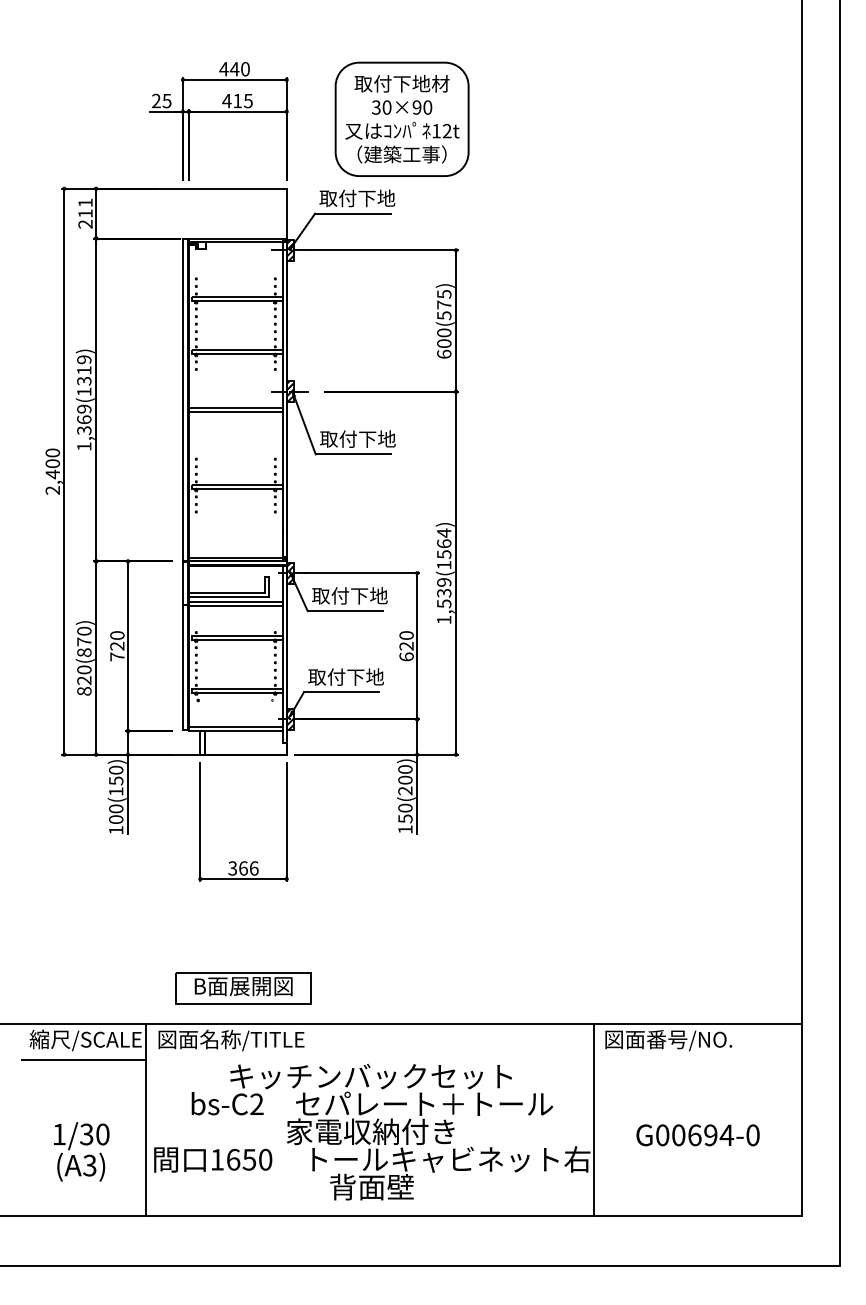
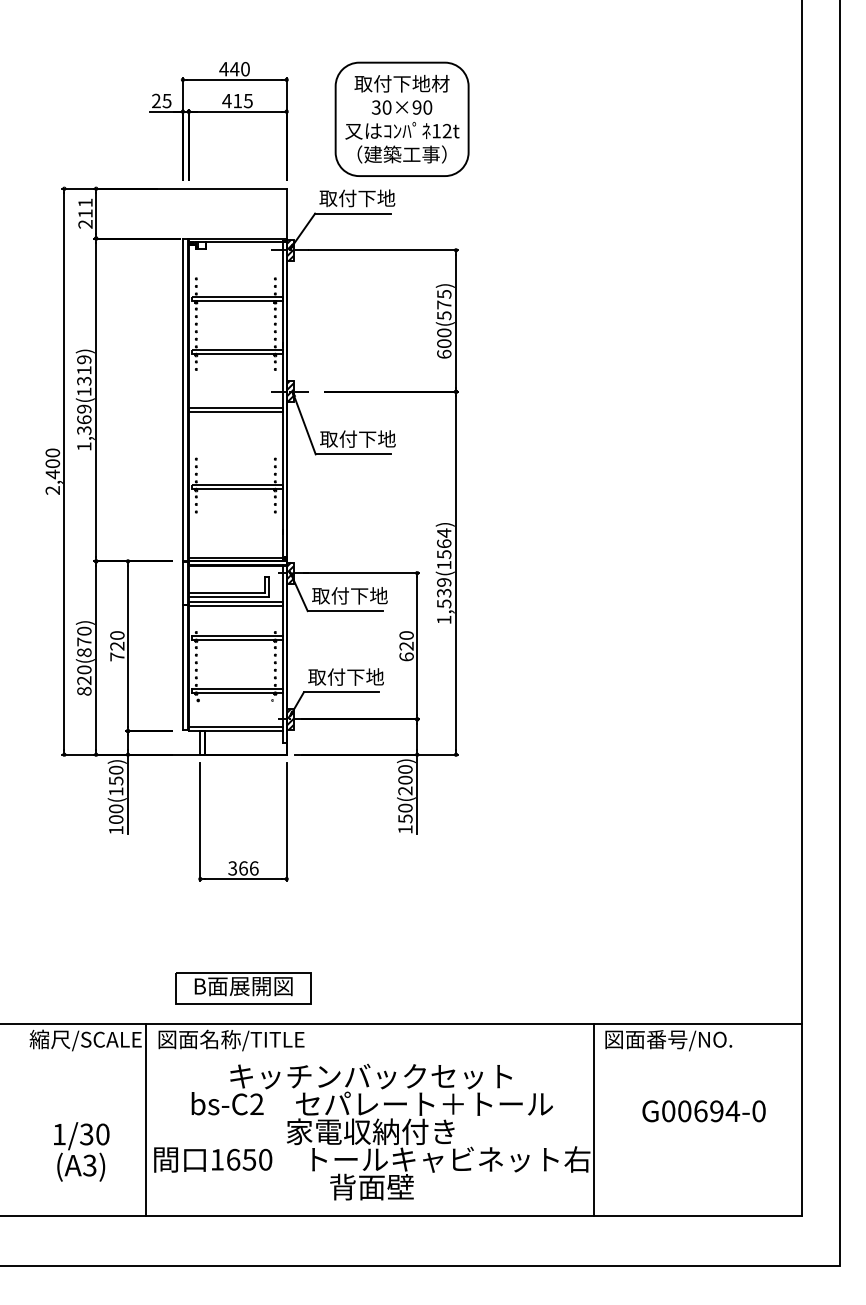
line at (83, 1059): present -> none
text at (697, 1135) position: (697, 1135) -> (703, 1111)
